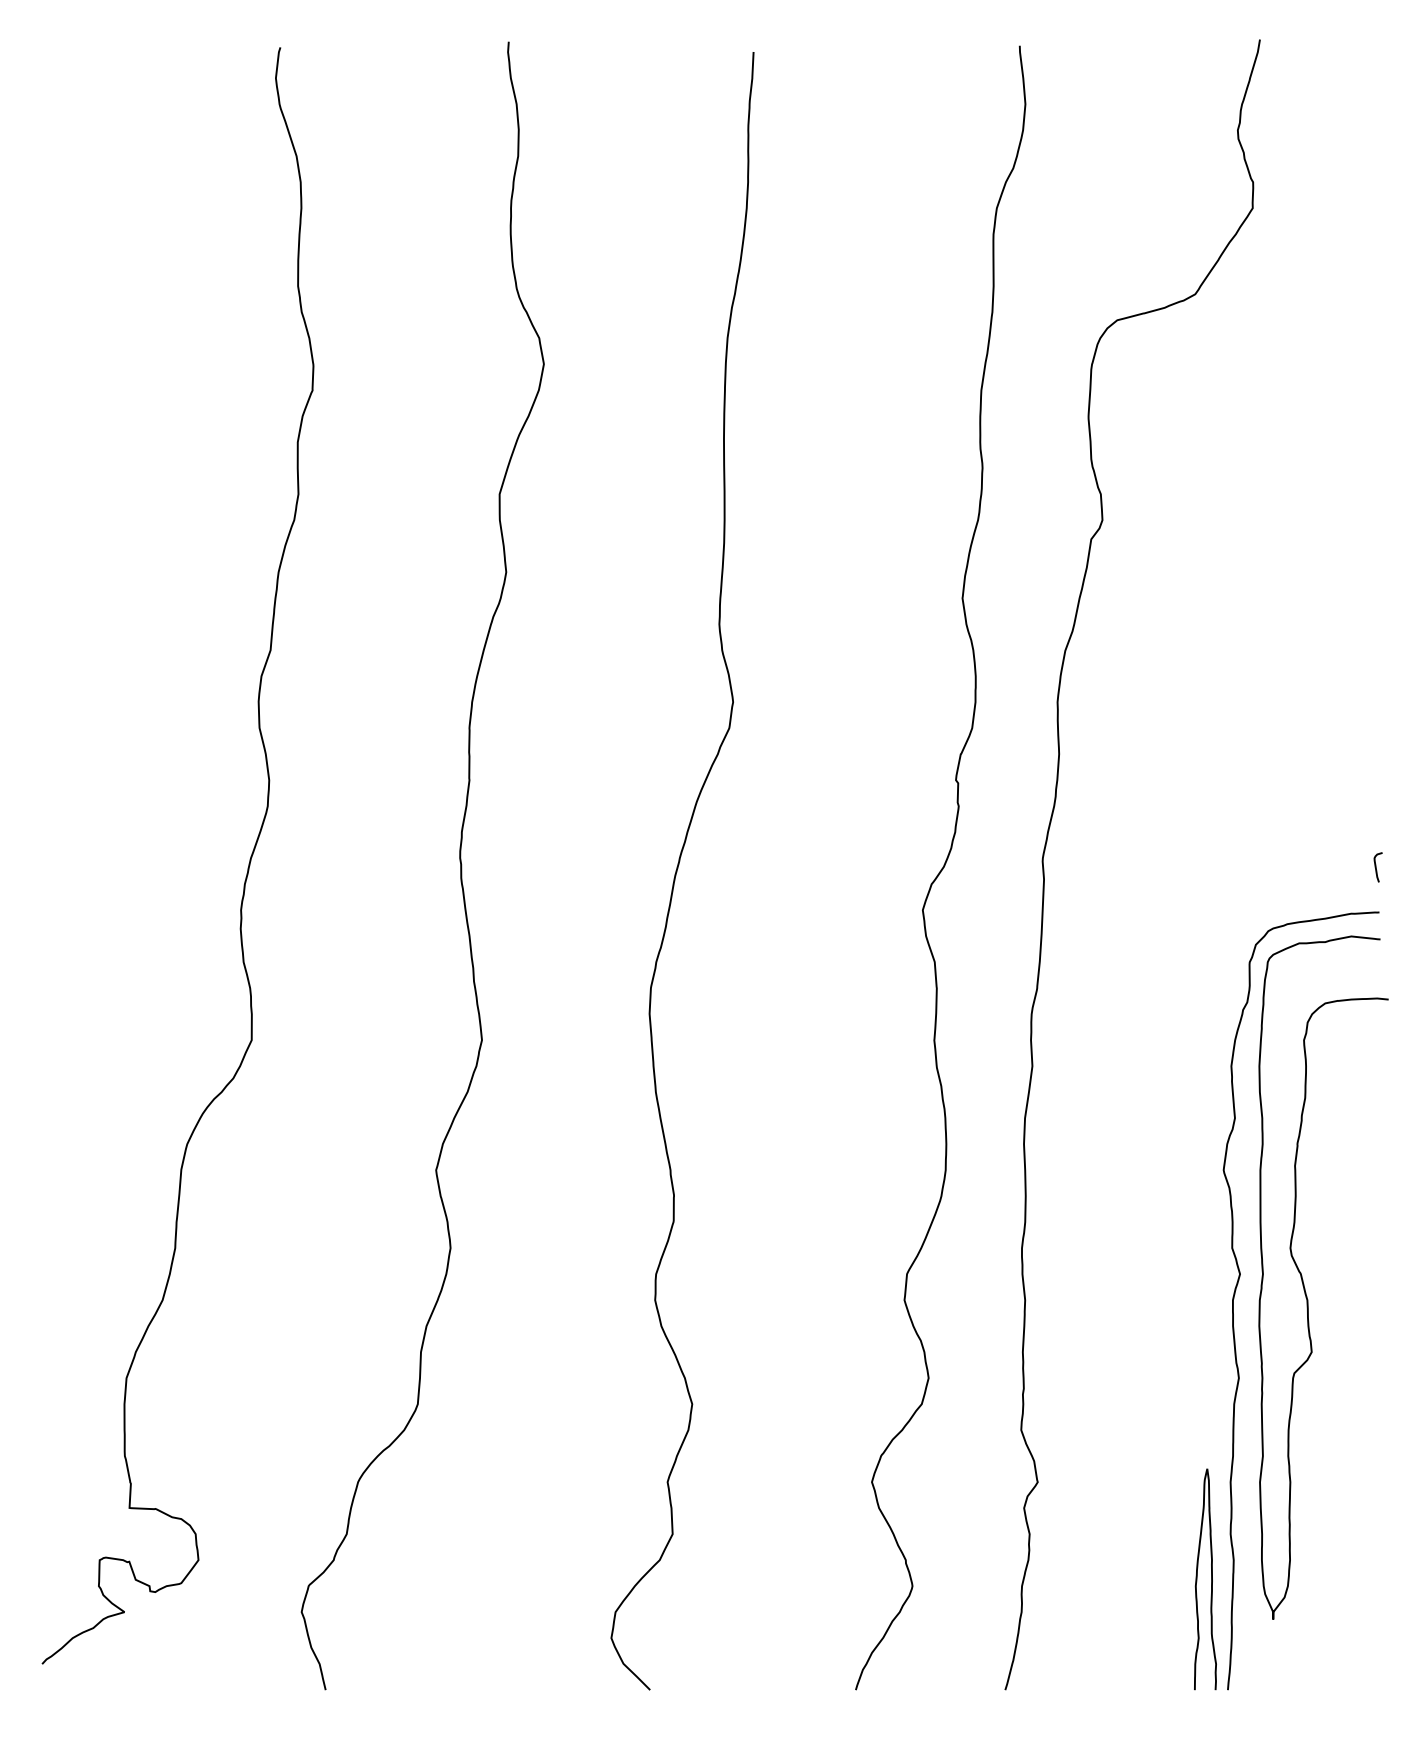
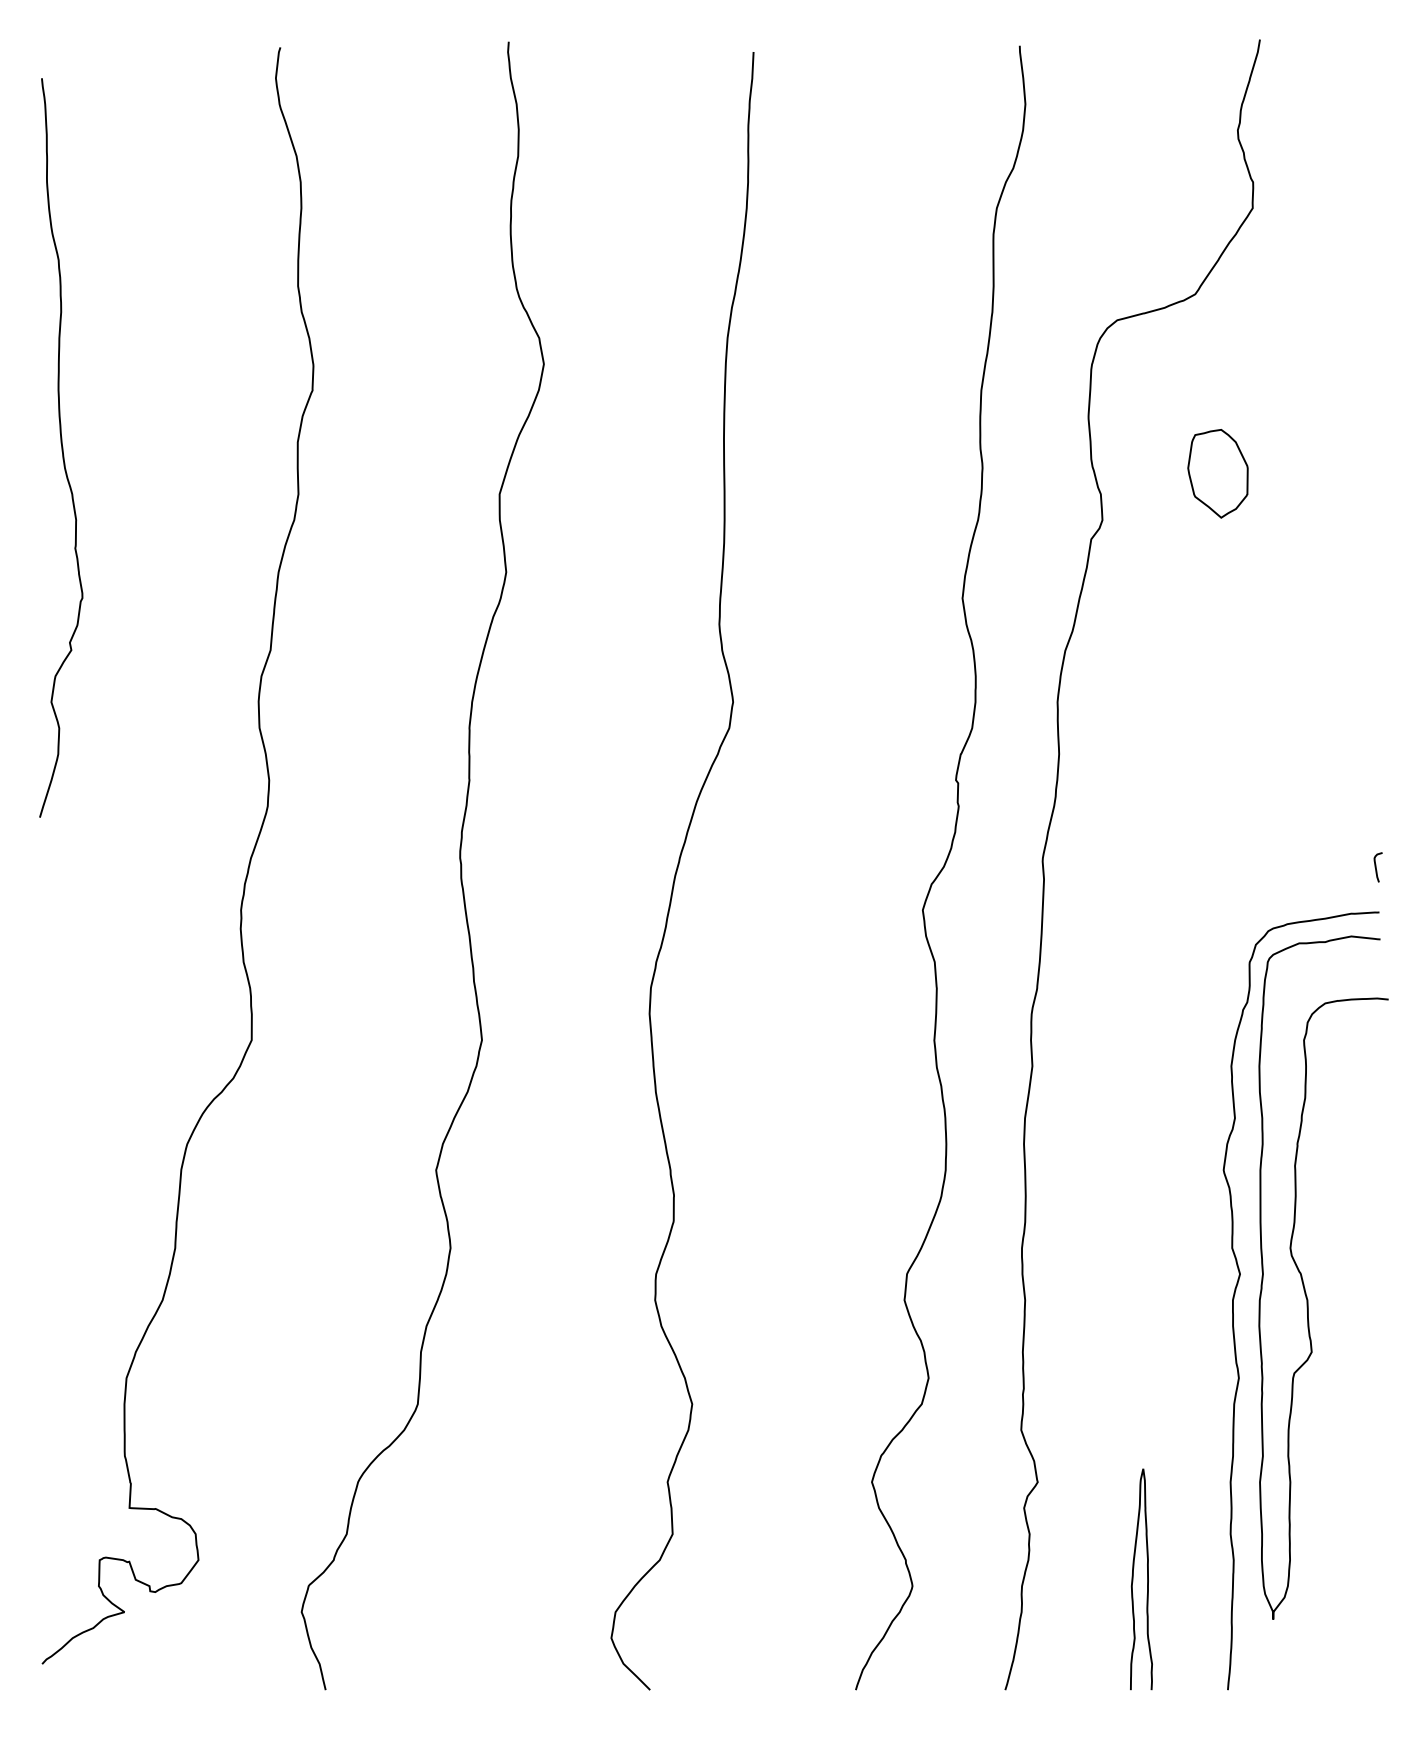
curve at (61, 447): none -> present
part at (1217, 473): none -> present
curve at (1211, 1579) position: (1211, 1579) -> (1147, 1579)
